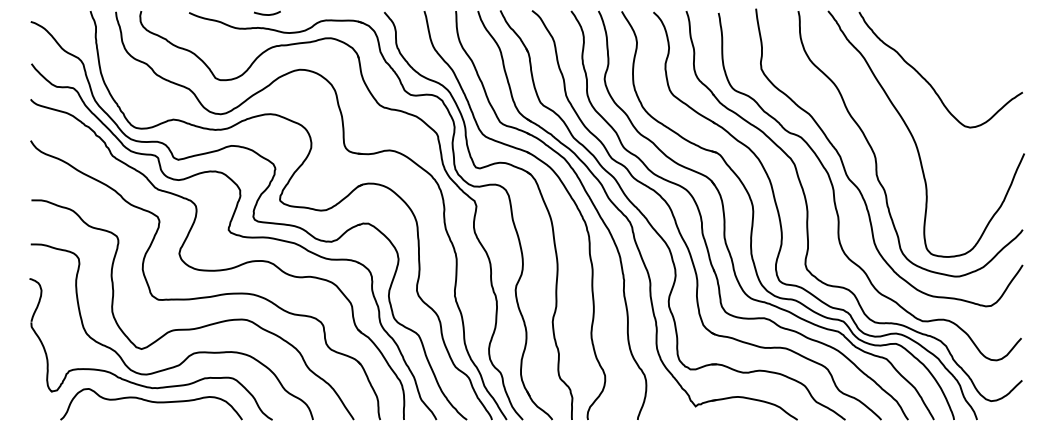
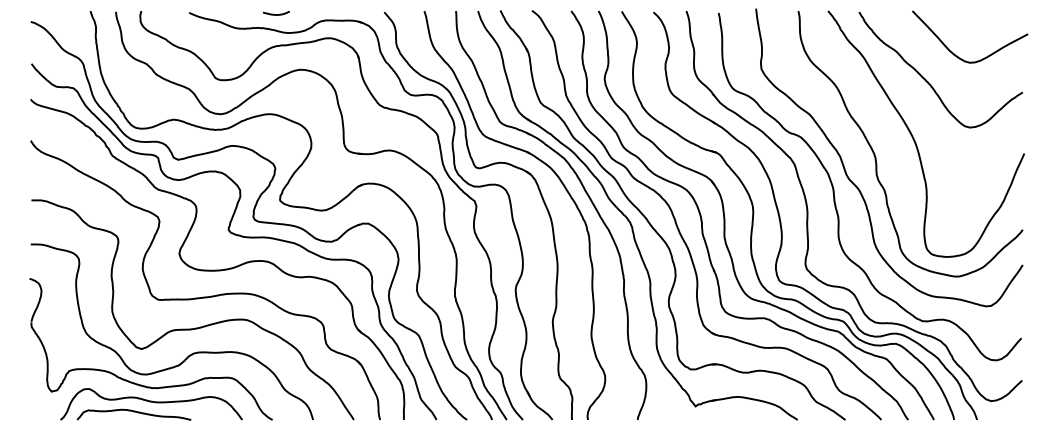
curve at (267, 14) position: (267, 14) -> (276, 14)
curve at (957, 55): none -> present
curve at (133, 412): none -> present
